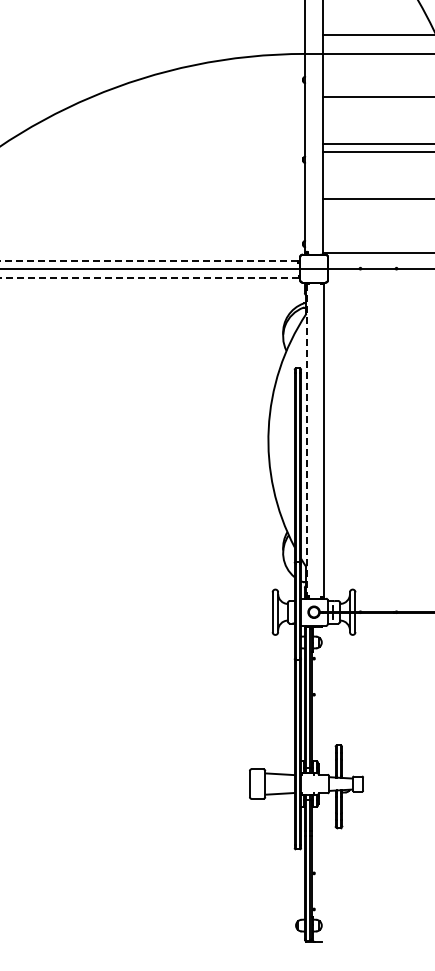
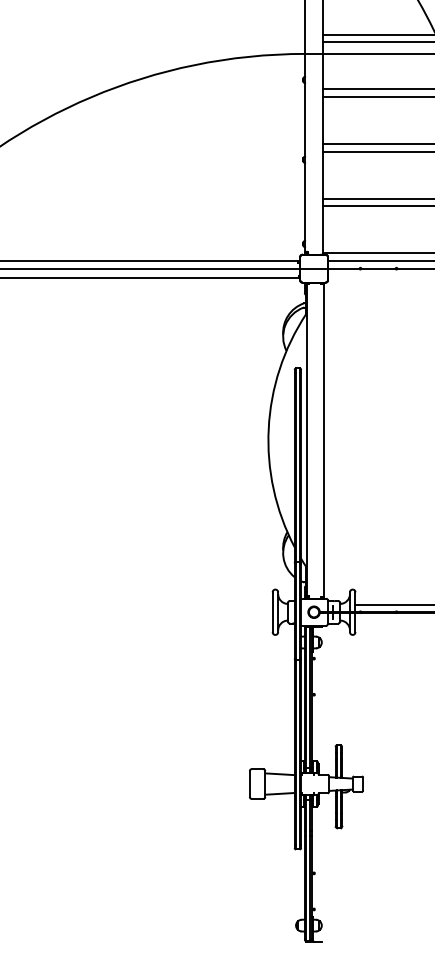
line at (376, 42): none -> present
line at (376, 89): none -> present
line at (376, 206): none -> present
line at (379, 260): none -> present
line at (149, 261): dashed -> solid
line at (149, 278): dashed -> solid
line at (306, 440): dashed -> solid
line at (393, 604): none -> present
